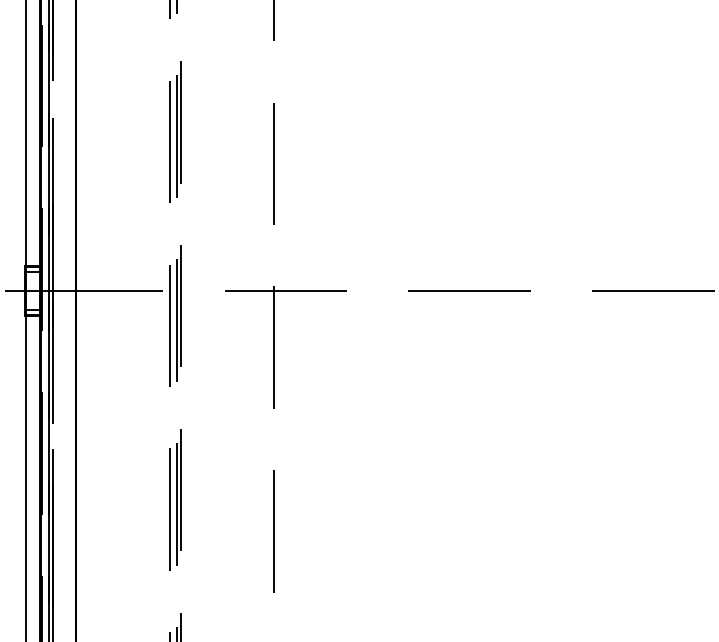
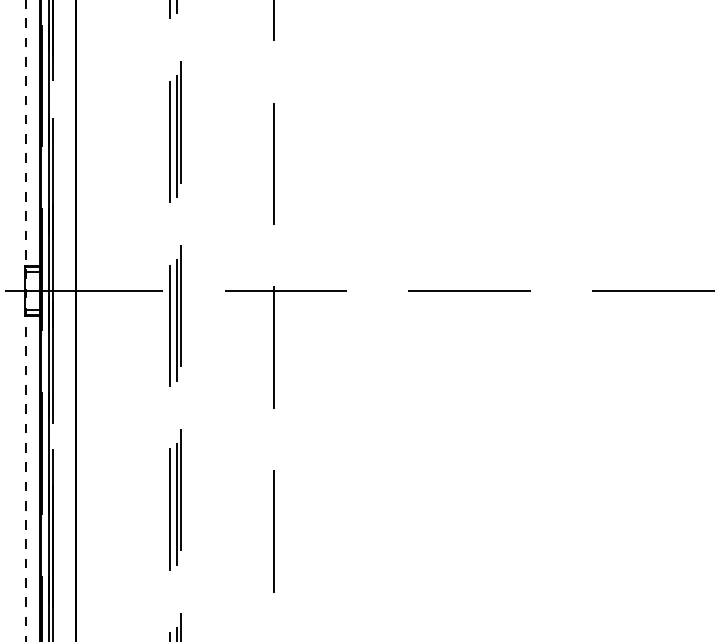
line at (25, 320): solid -> dashed
